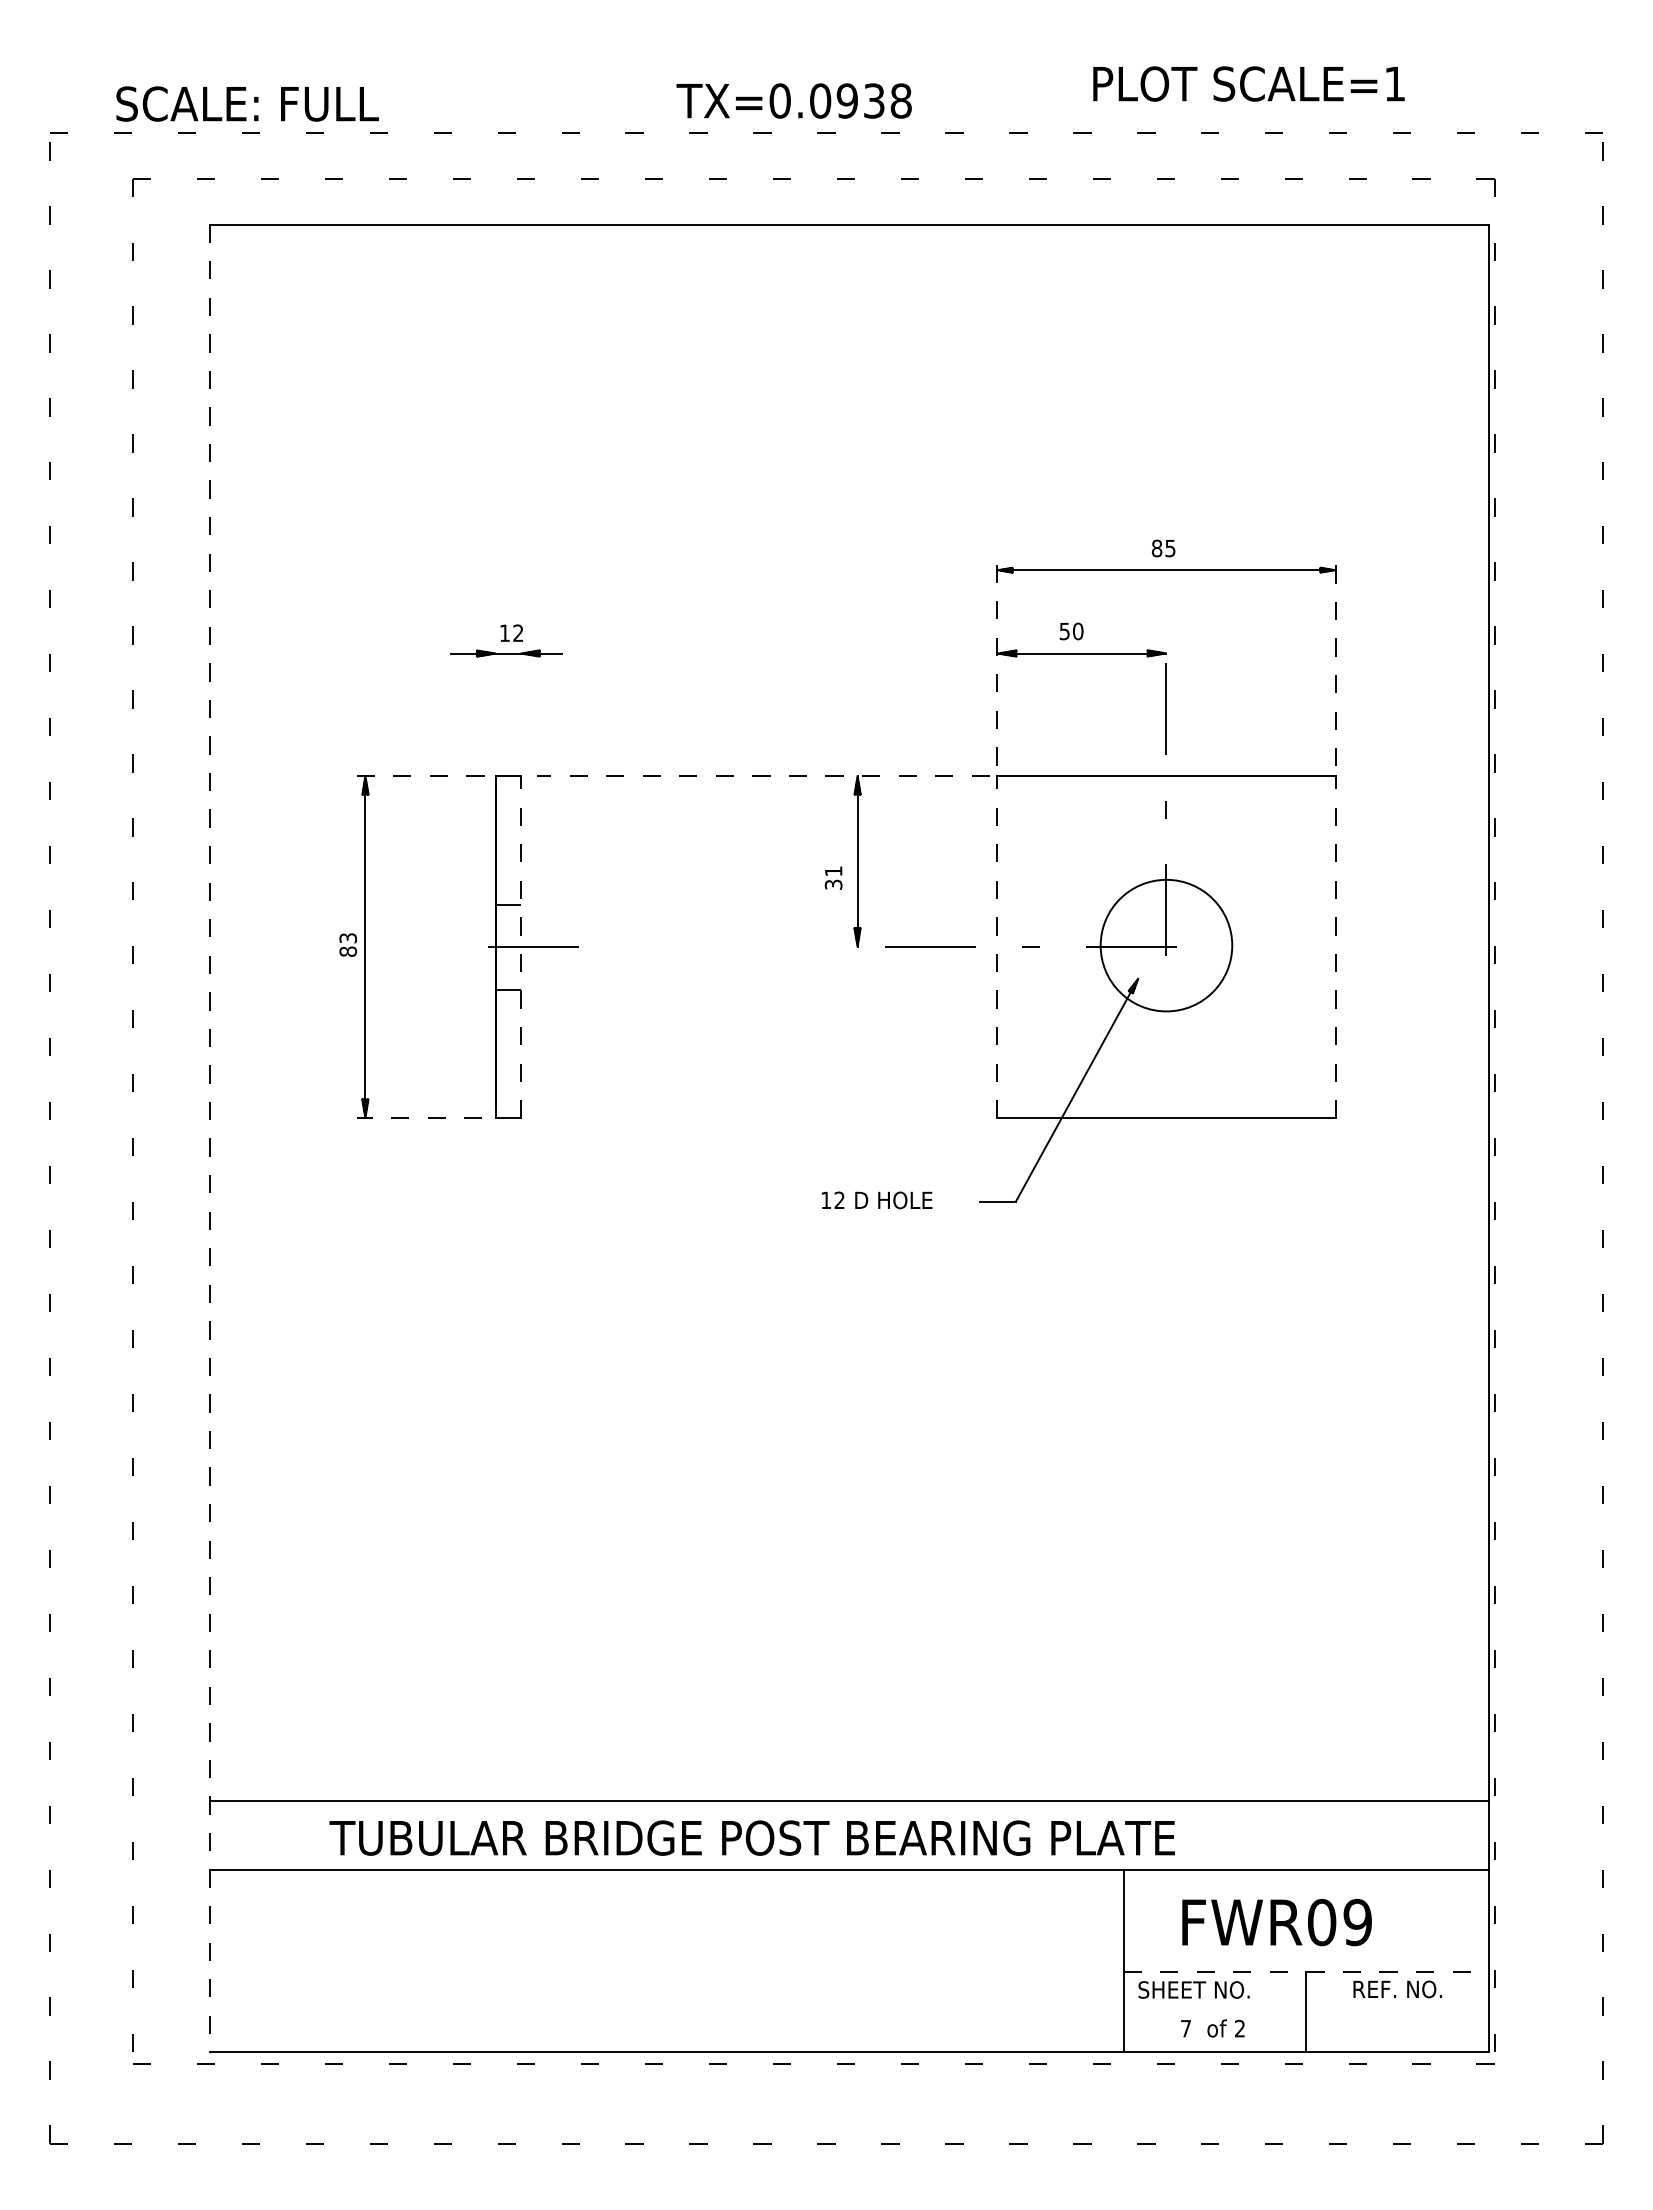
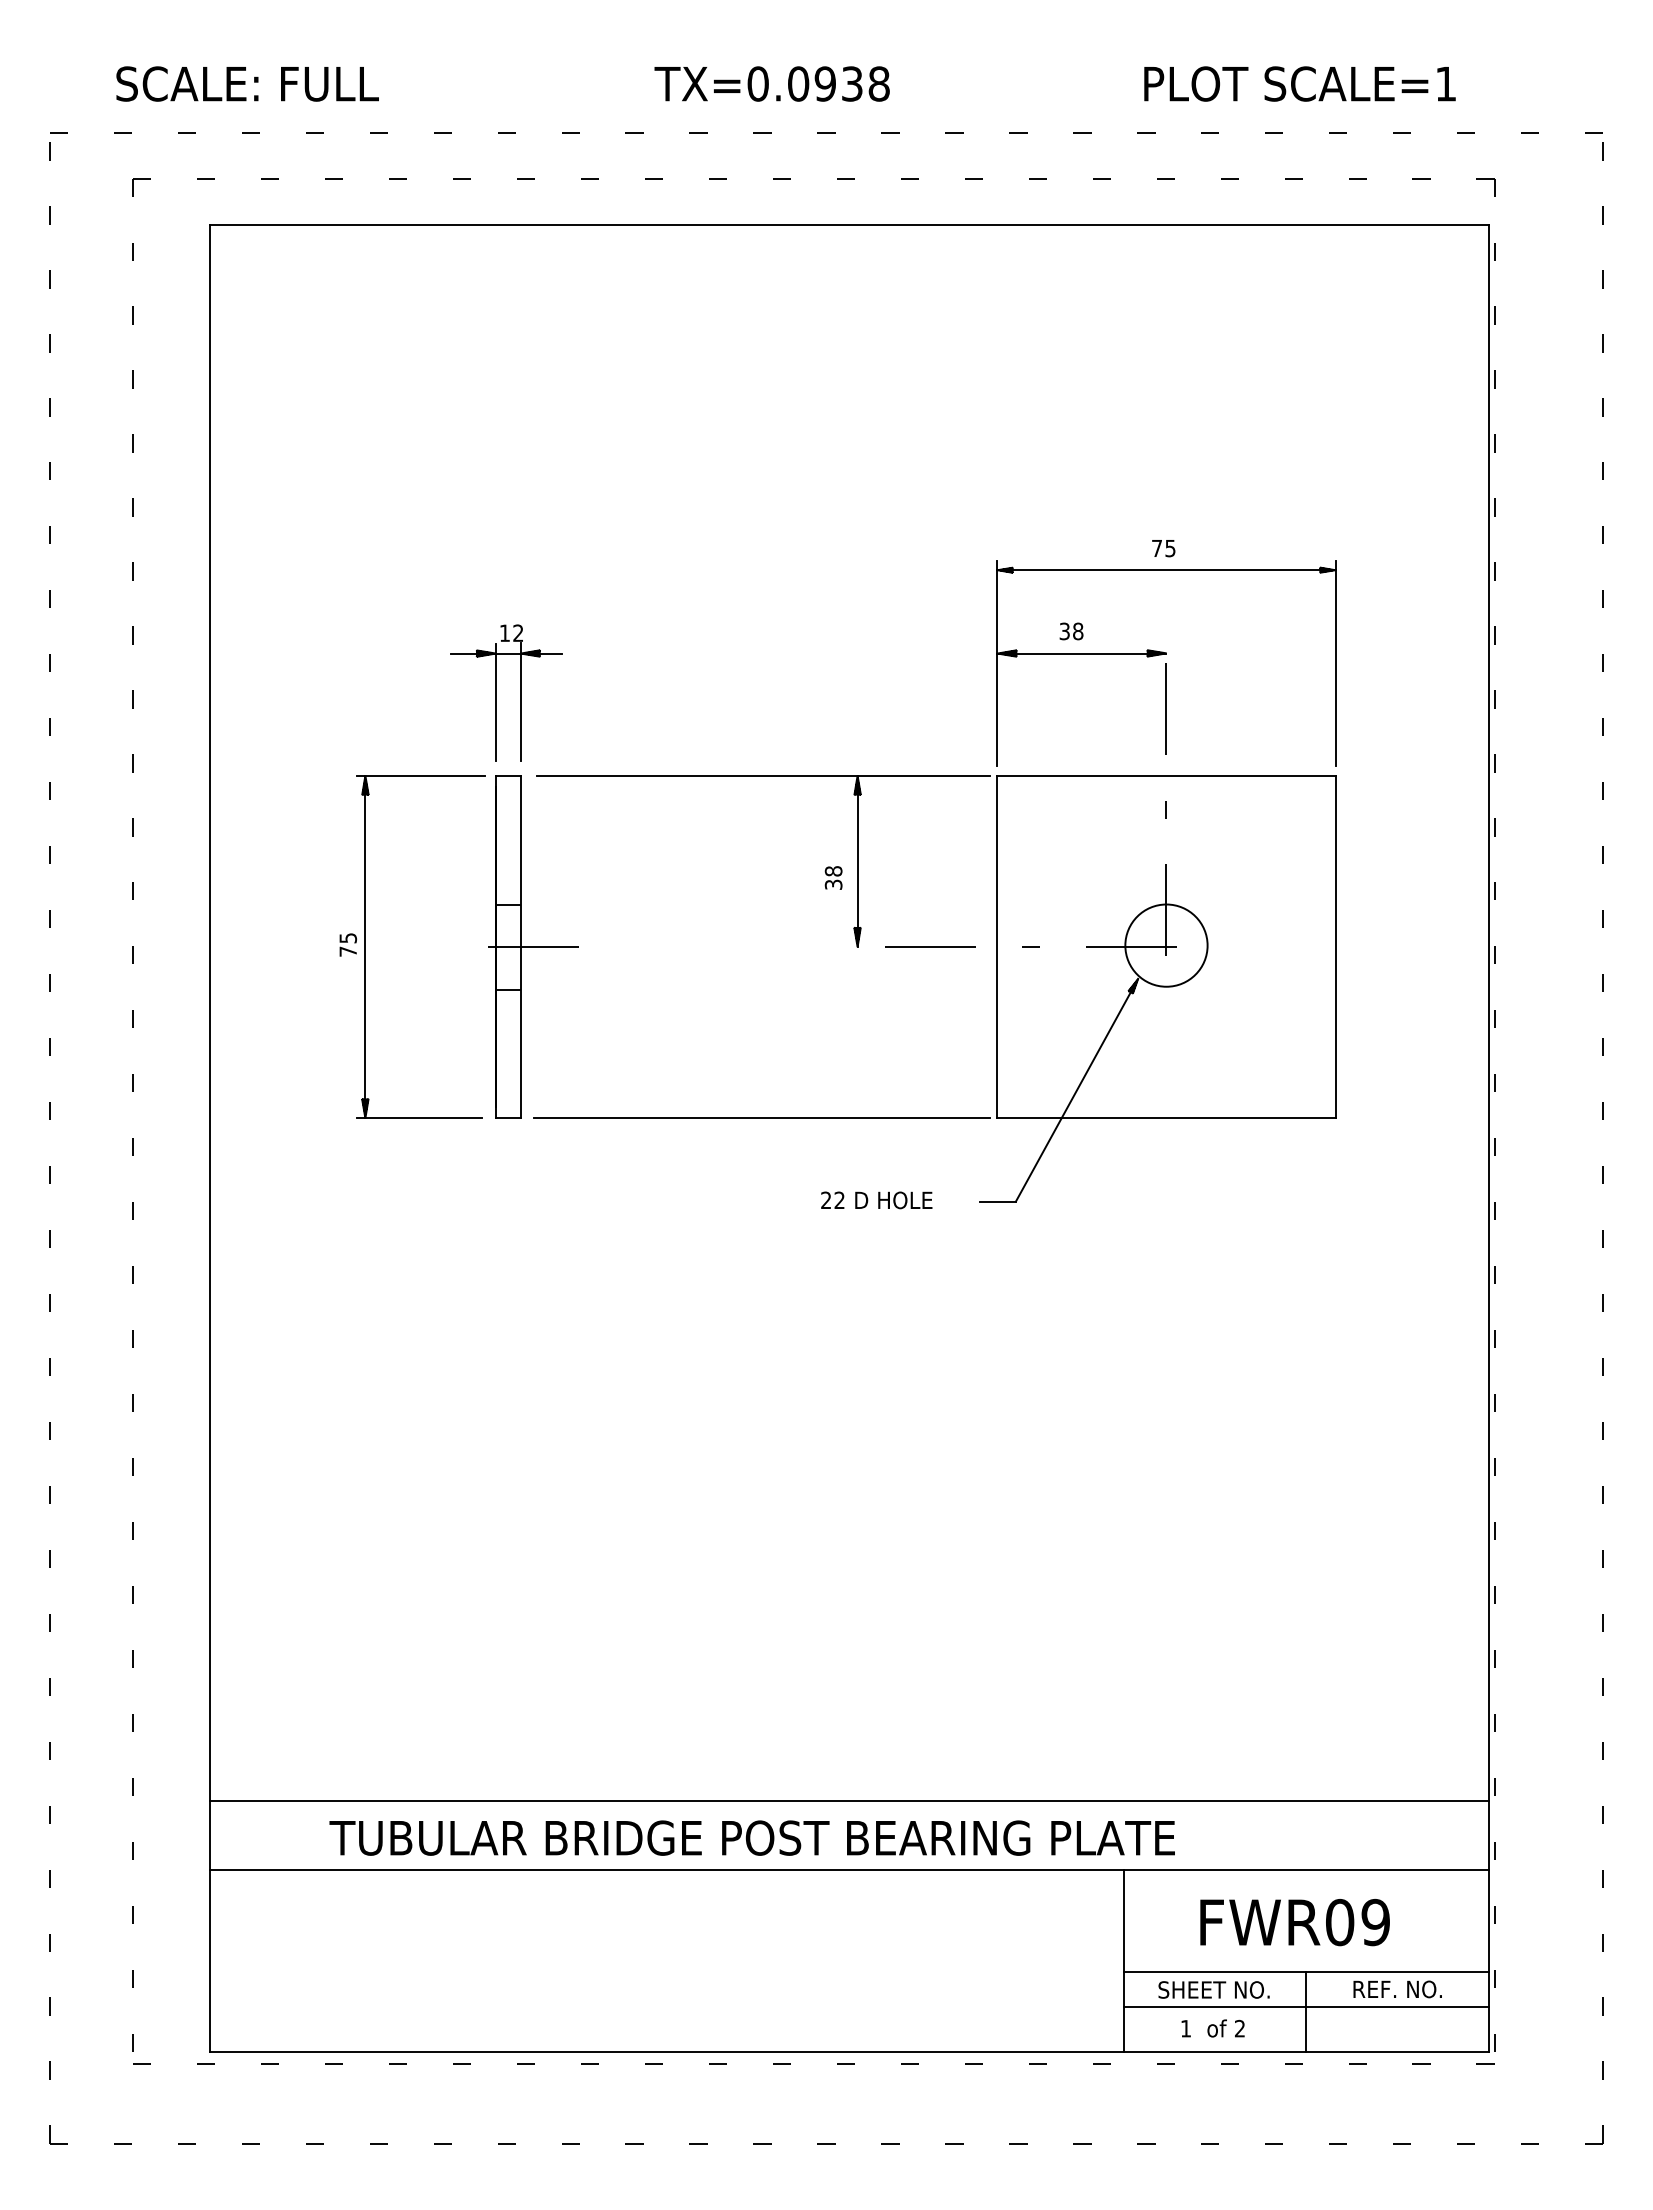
text at (1248, 83) position: (1248, 83) -> (1299, 83)
text at (793, 100) position: (793, 100) -> (771, 83)
text at (247, 103) position: (247, 103) -> (247, 83)
text at (1156, 548): 85 -> 75
text at (1071, 630): 50 -> 38
line at (997, 662): dashed -> solid
line at (1335, 663): dashed -> solid
line at (520, 701): none -> present
line at (496, 702): none -> present
line at (420, 775): dashed -> solid
line at (763, 775): dashed -> solid
text at (833, 871): 31 -> 38
text at (348, 944): 83 -> 75
circle at (1166, 945) diameter: 132 px -> 82 px
line at (520, 946): dashed -> solid
line at (997, 946): dashed -> solid
line at (1335, 946): dashed -> solid
line at (419, 1118): dashed -> solid
line at (761, 1118): none -> present
line at (209, 1138): dashed -> solid
text at (825, 1199): 12 -> 22
text at (1276, 1922) position: (1276, 1922) -> (1294, 1922)
line at (1306, 1972): dashed -> solid
text at (1193, 1989) position: (1193, 1989) -> (1213, 1989)
line at (1306, 2006): none -> present
text at (1185, 2028): 7 -> 1
